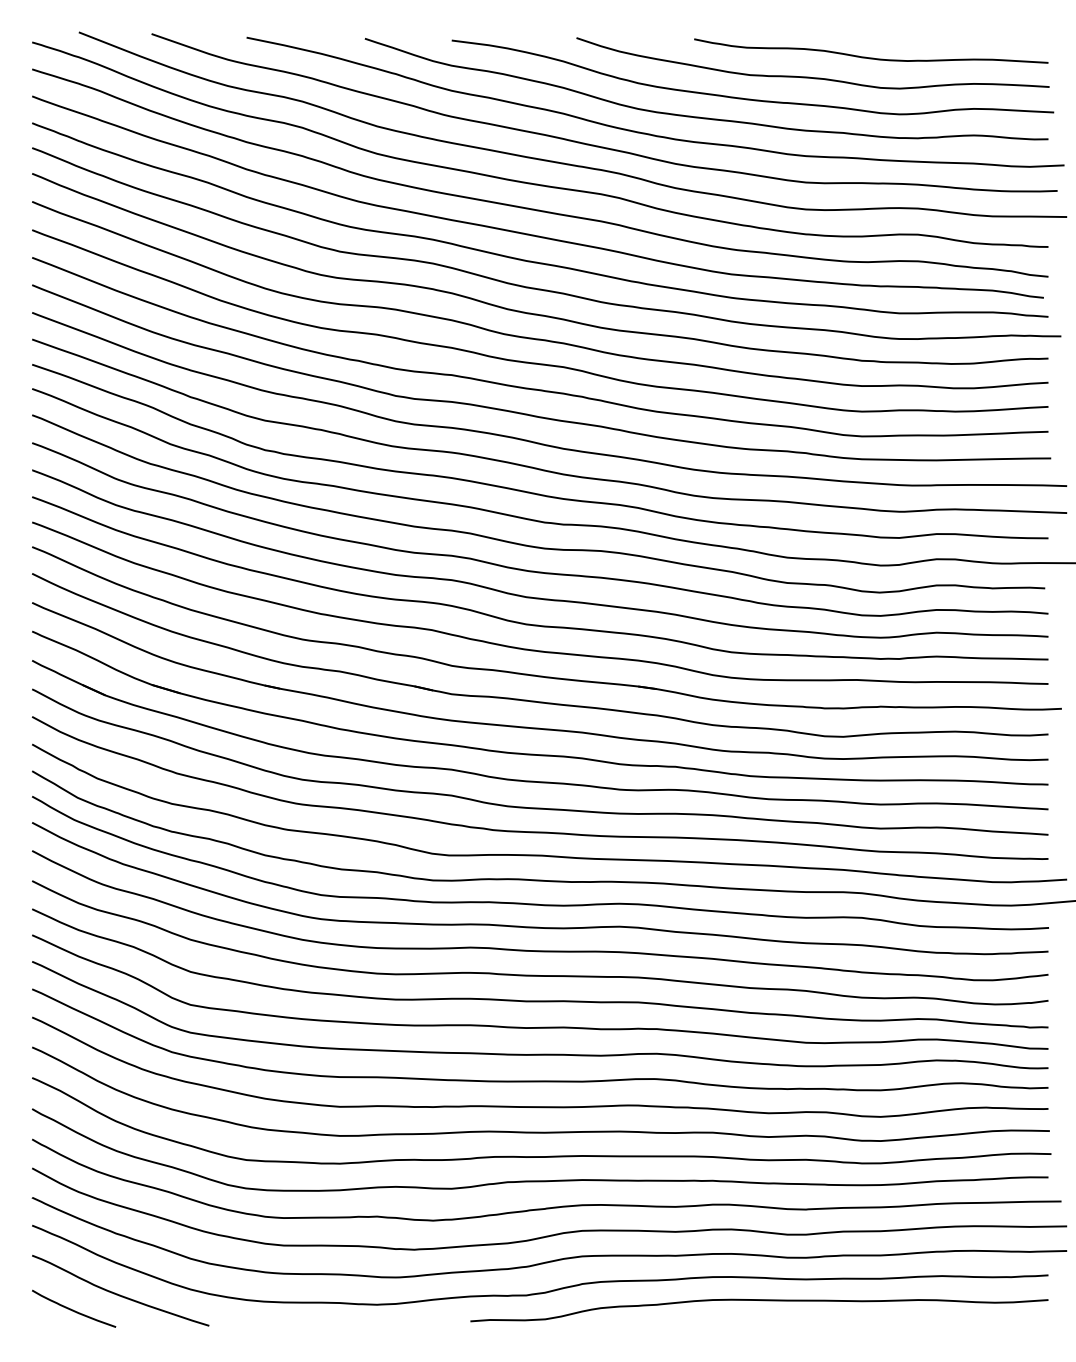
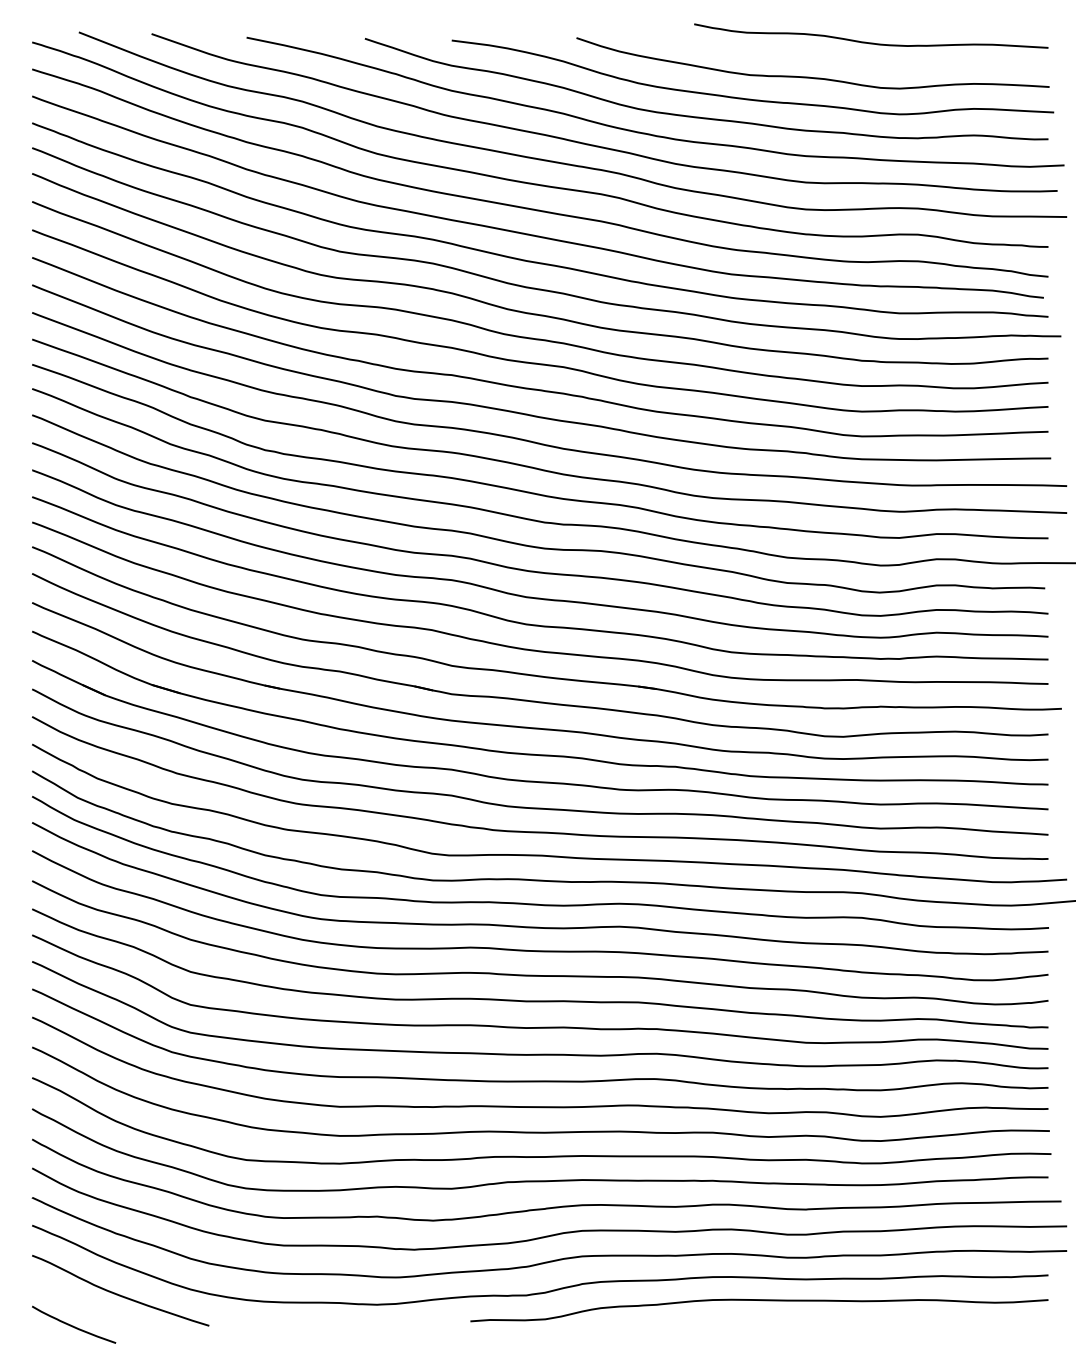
curve at (871, 57) position: (871, 57) -> (871, 42)
curve at (73, 1309) position: (73, 1309) -> (73, 1325)
